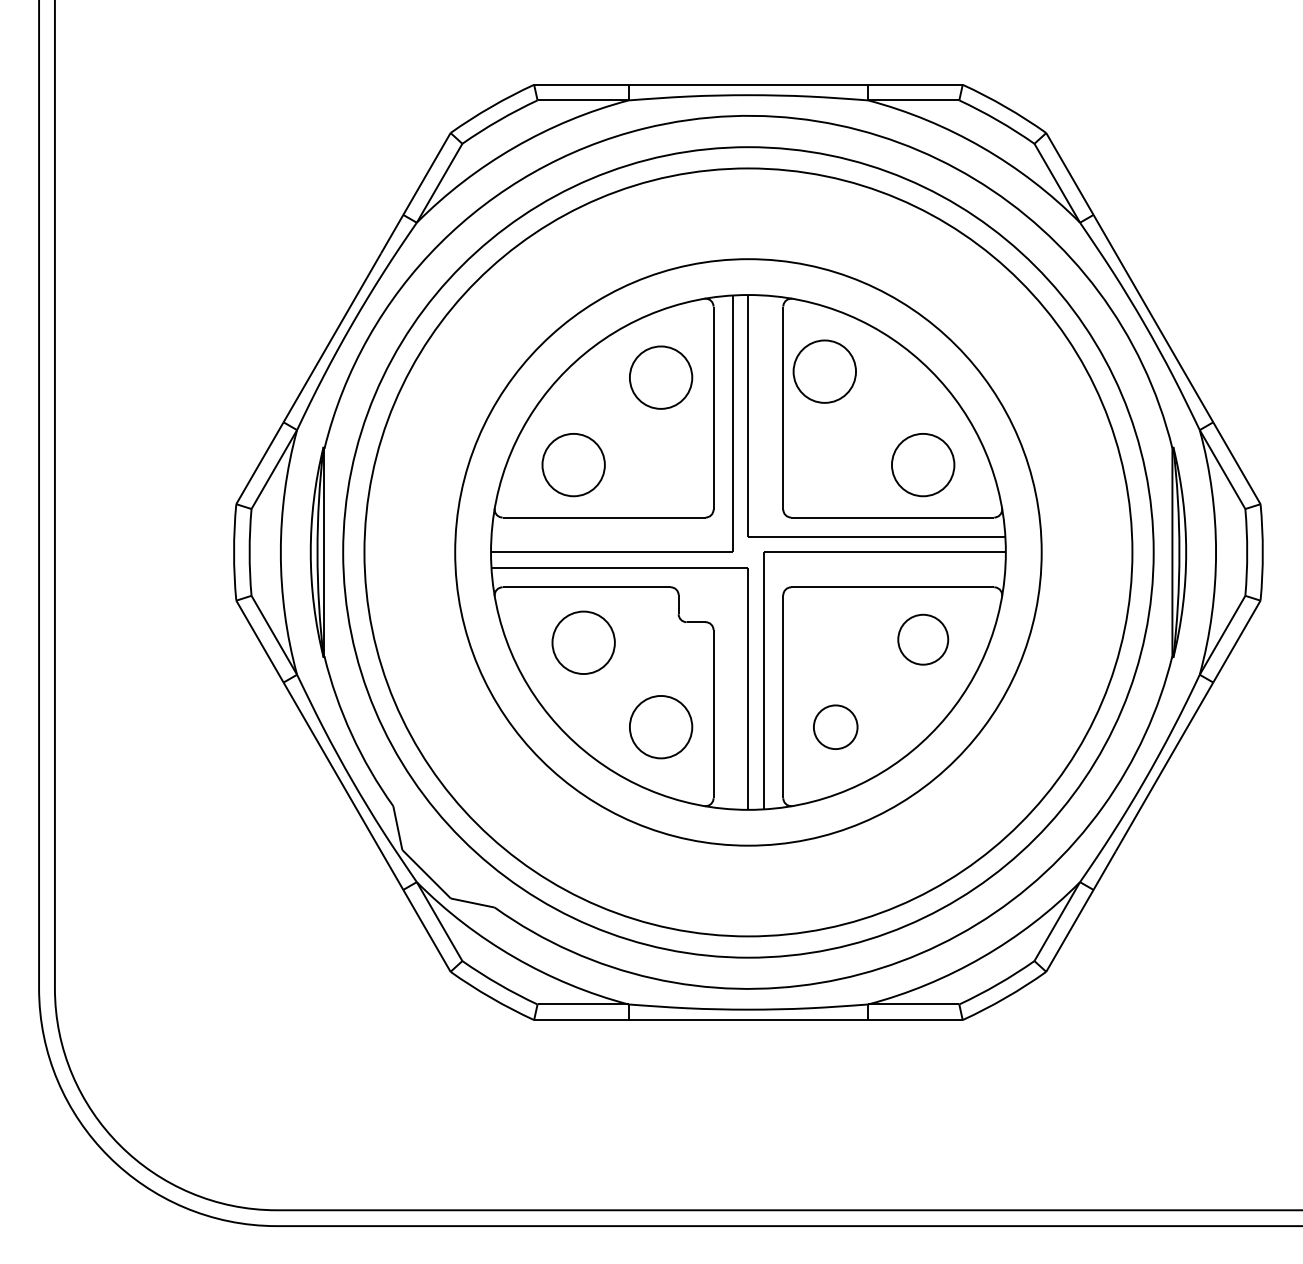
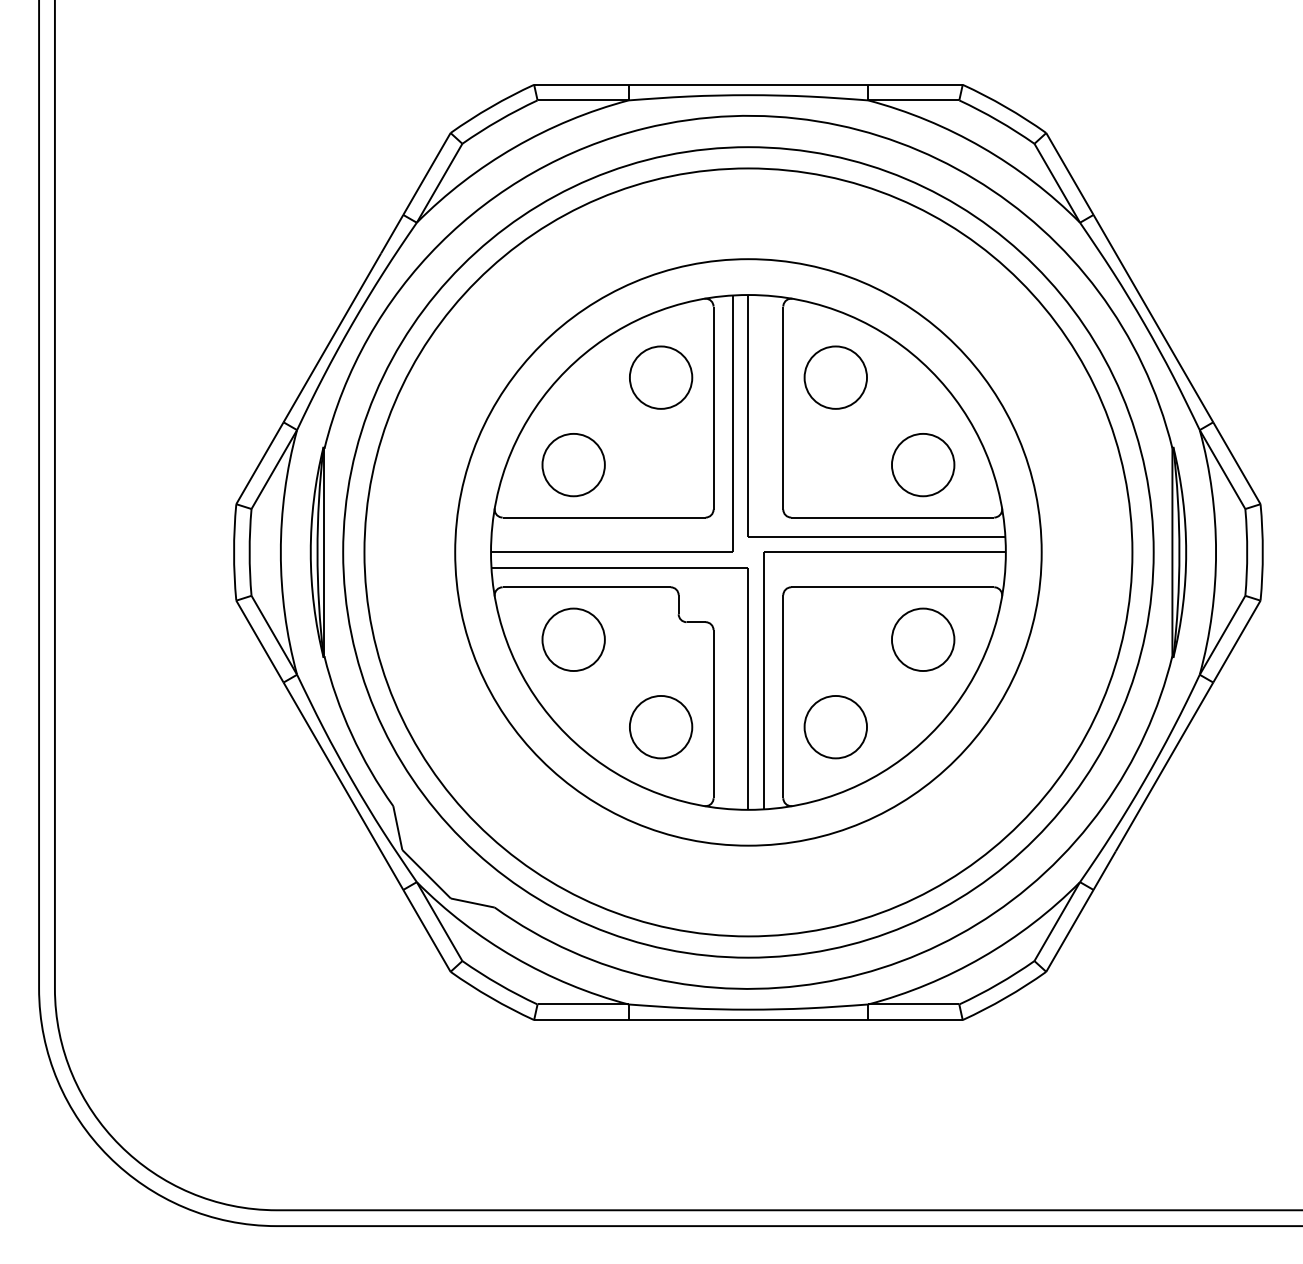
part at (824, 371) position: (824, 371) -> (835, 377)
part at (923, 639) size: 53x53 px -> 65x65 px
part at (583, 642) position: (583, 642) -> (573, 639)
part at (835, 726) size: 46x46 px -> 65x65 px
